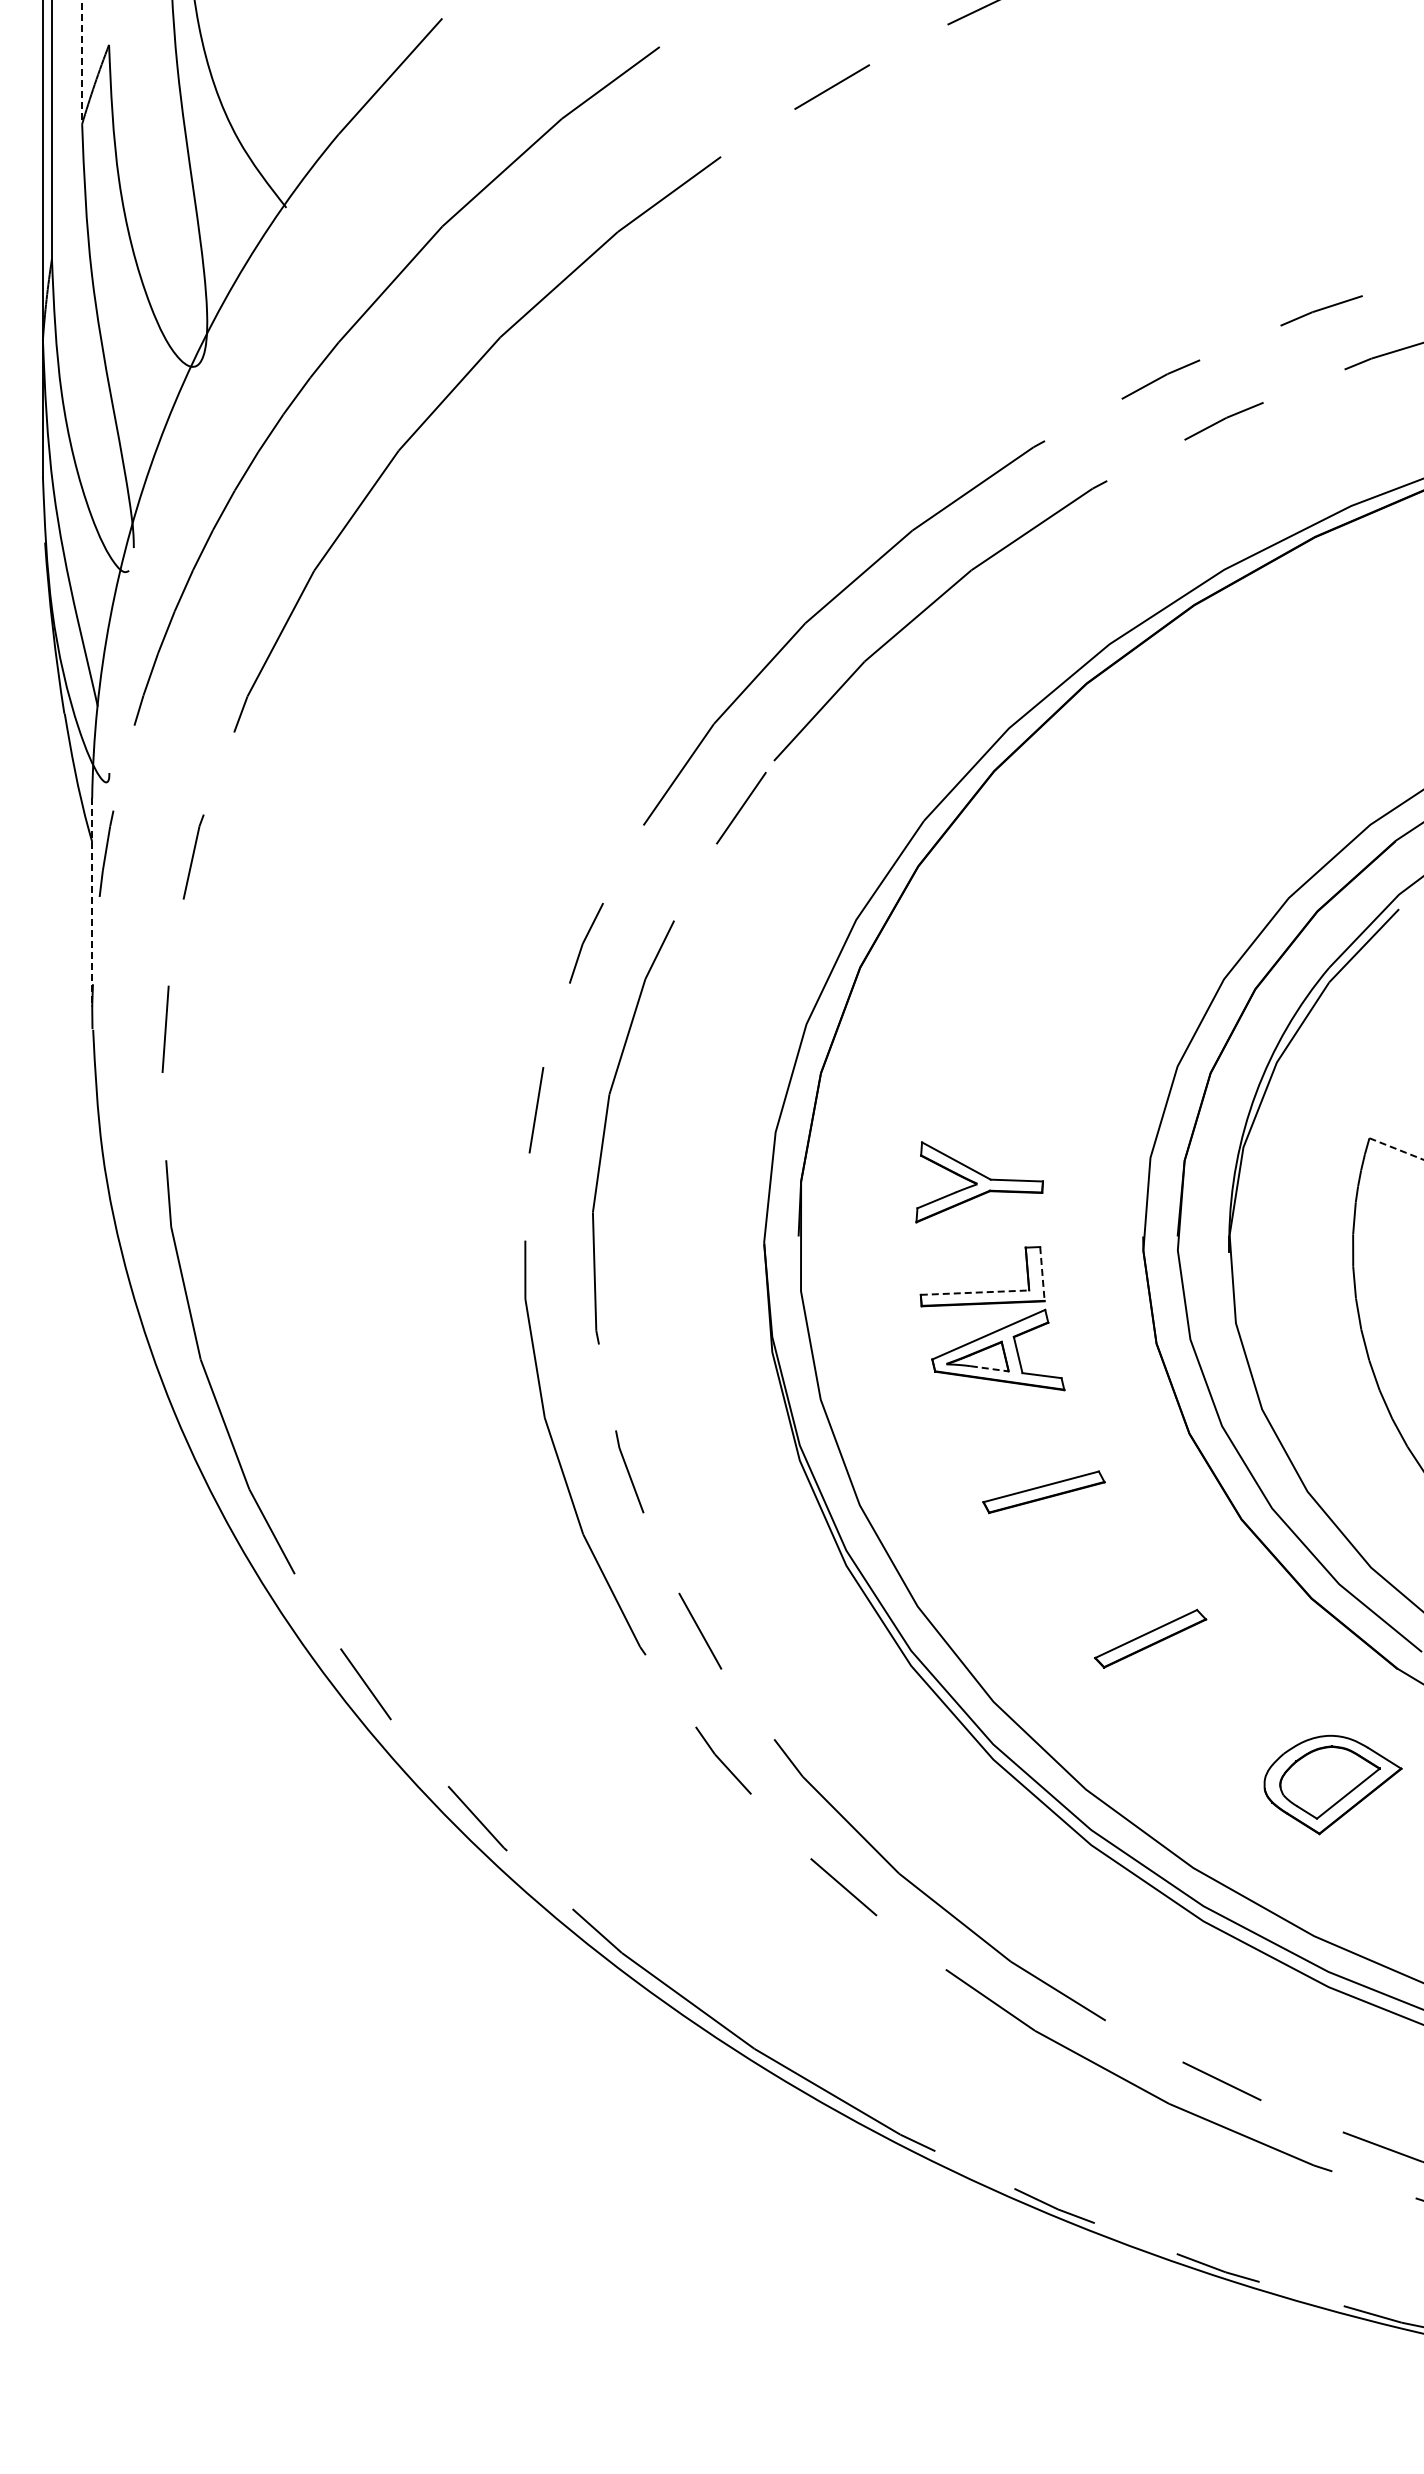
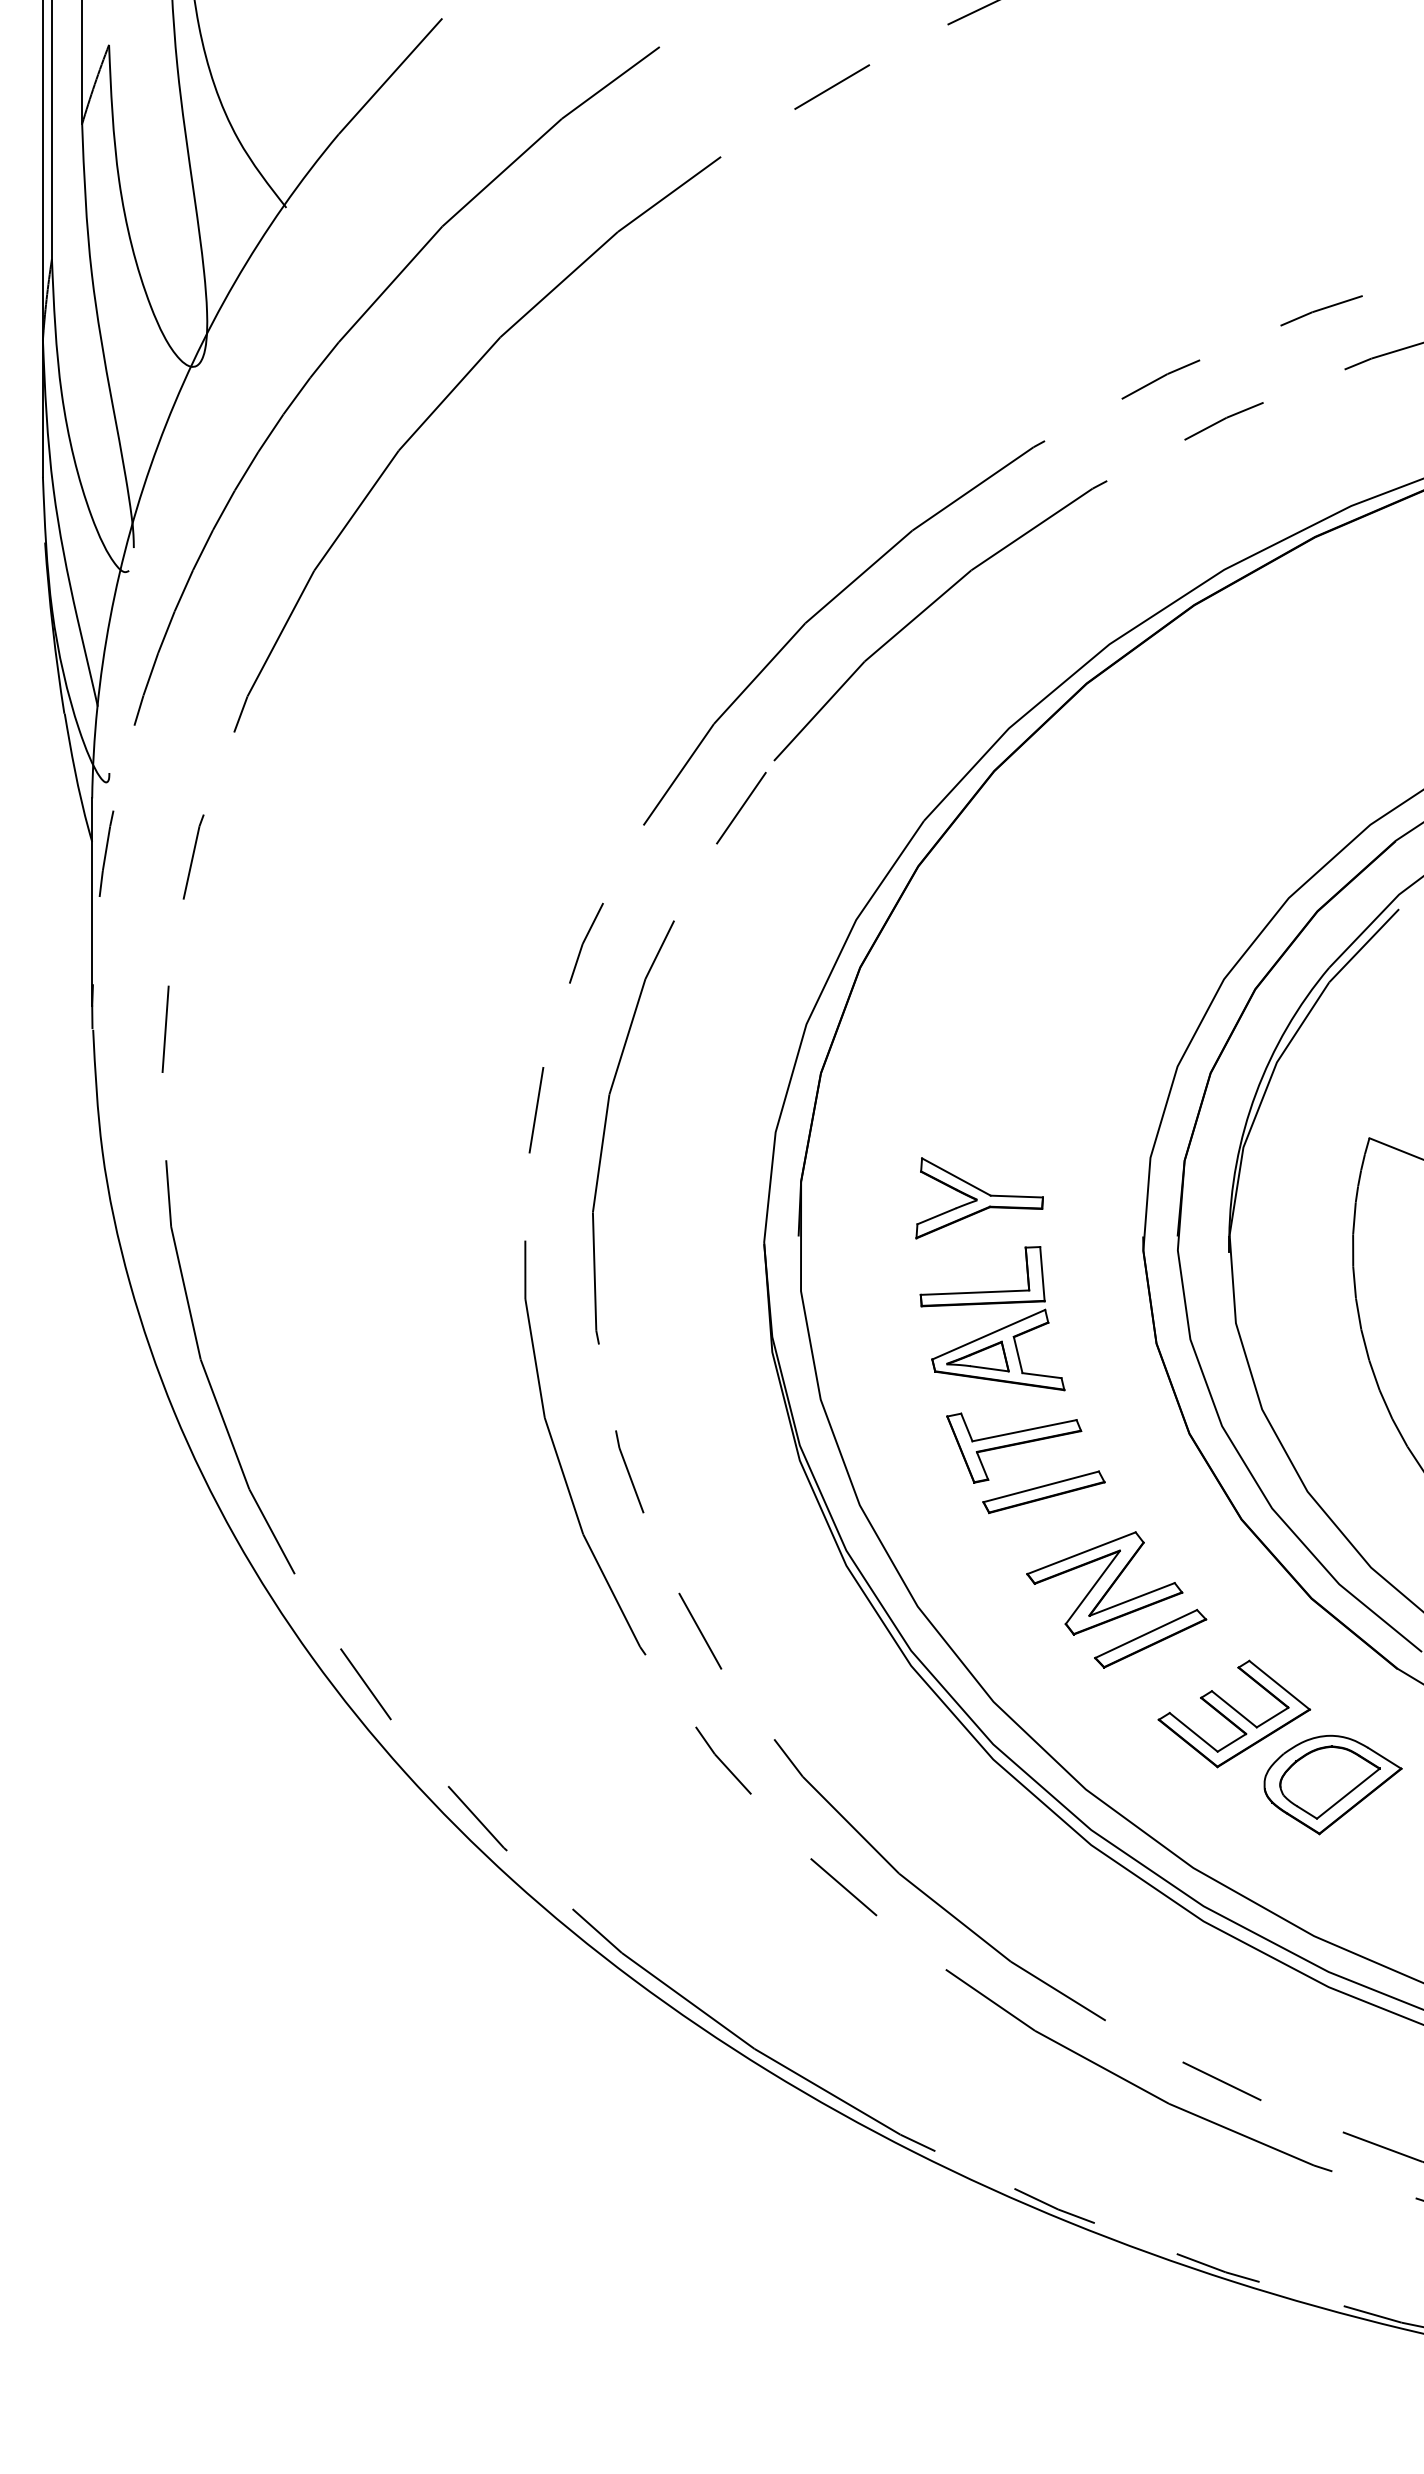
line at (82, 62): dashed -> solid
line at (92, 902): dashed -> solid
line at (1396, 1148): dashed -> solid
part at (979, 1182) position: (979, 1182) -> (979, 1198)
line at (1042, 1274): dashed -> solid
line at (975, 1292): dashed -> solid
line at (990, 1368): dashed -> solid
part at (1014, 1447): none -> present
part at (1104, 1583): none -> present
part at (1234, 1713): none -> present
